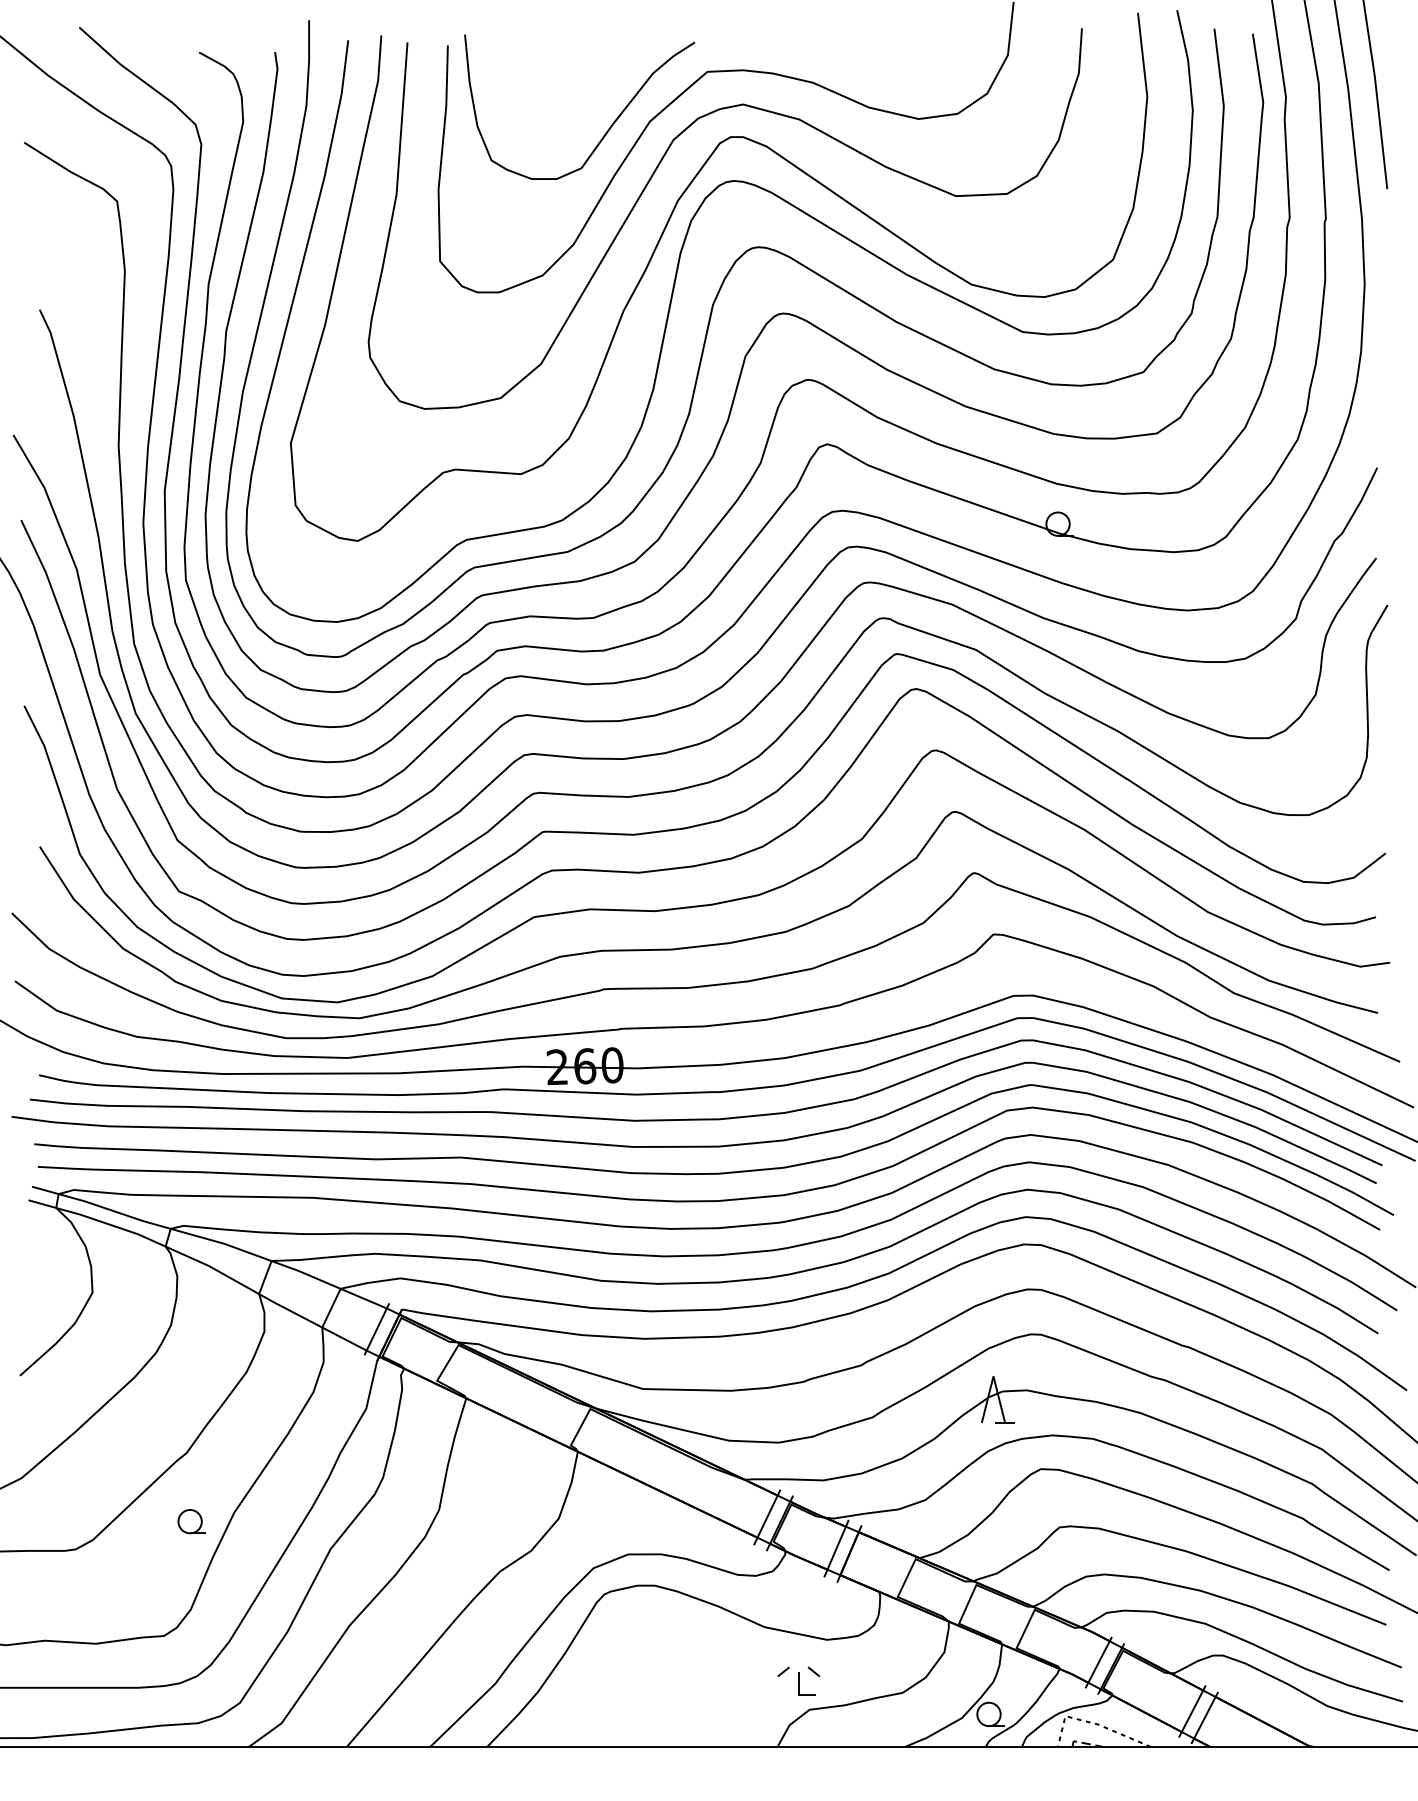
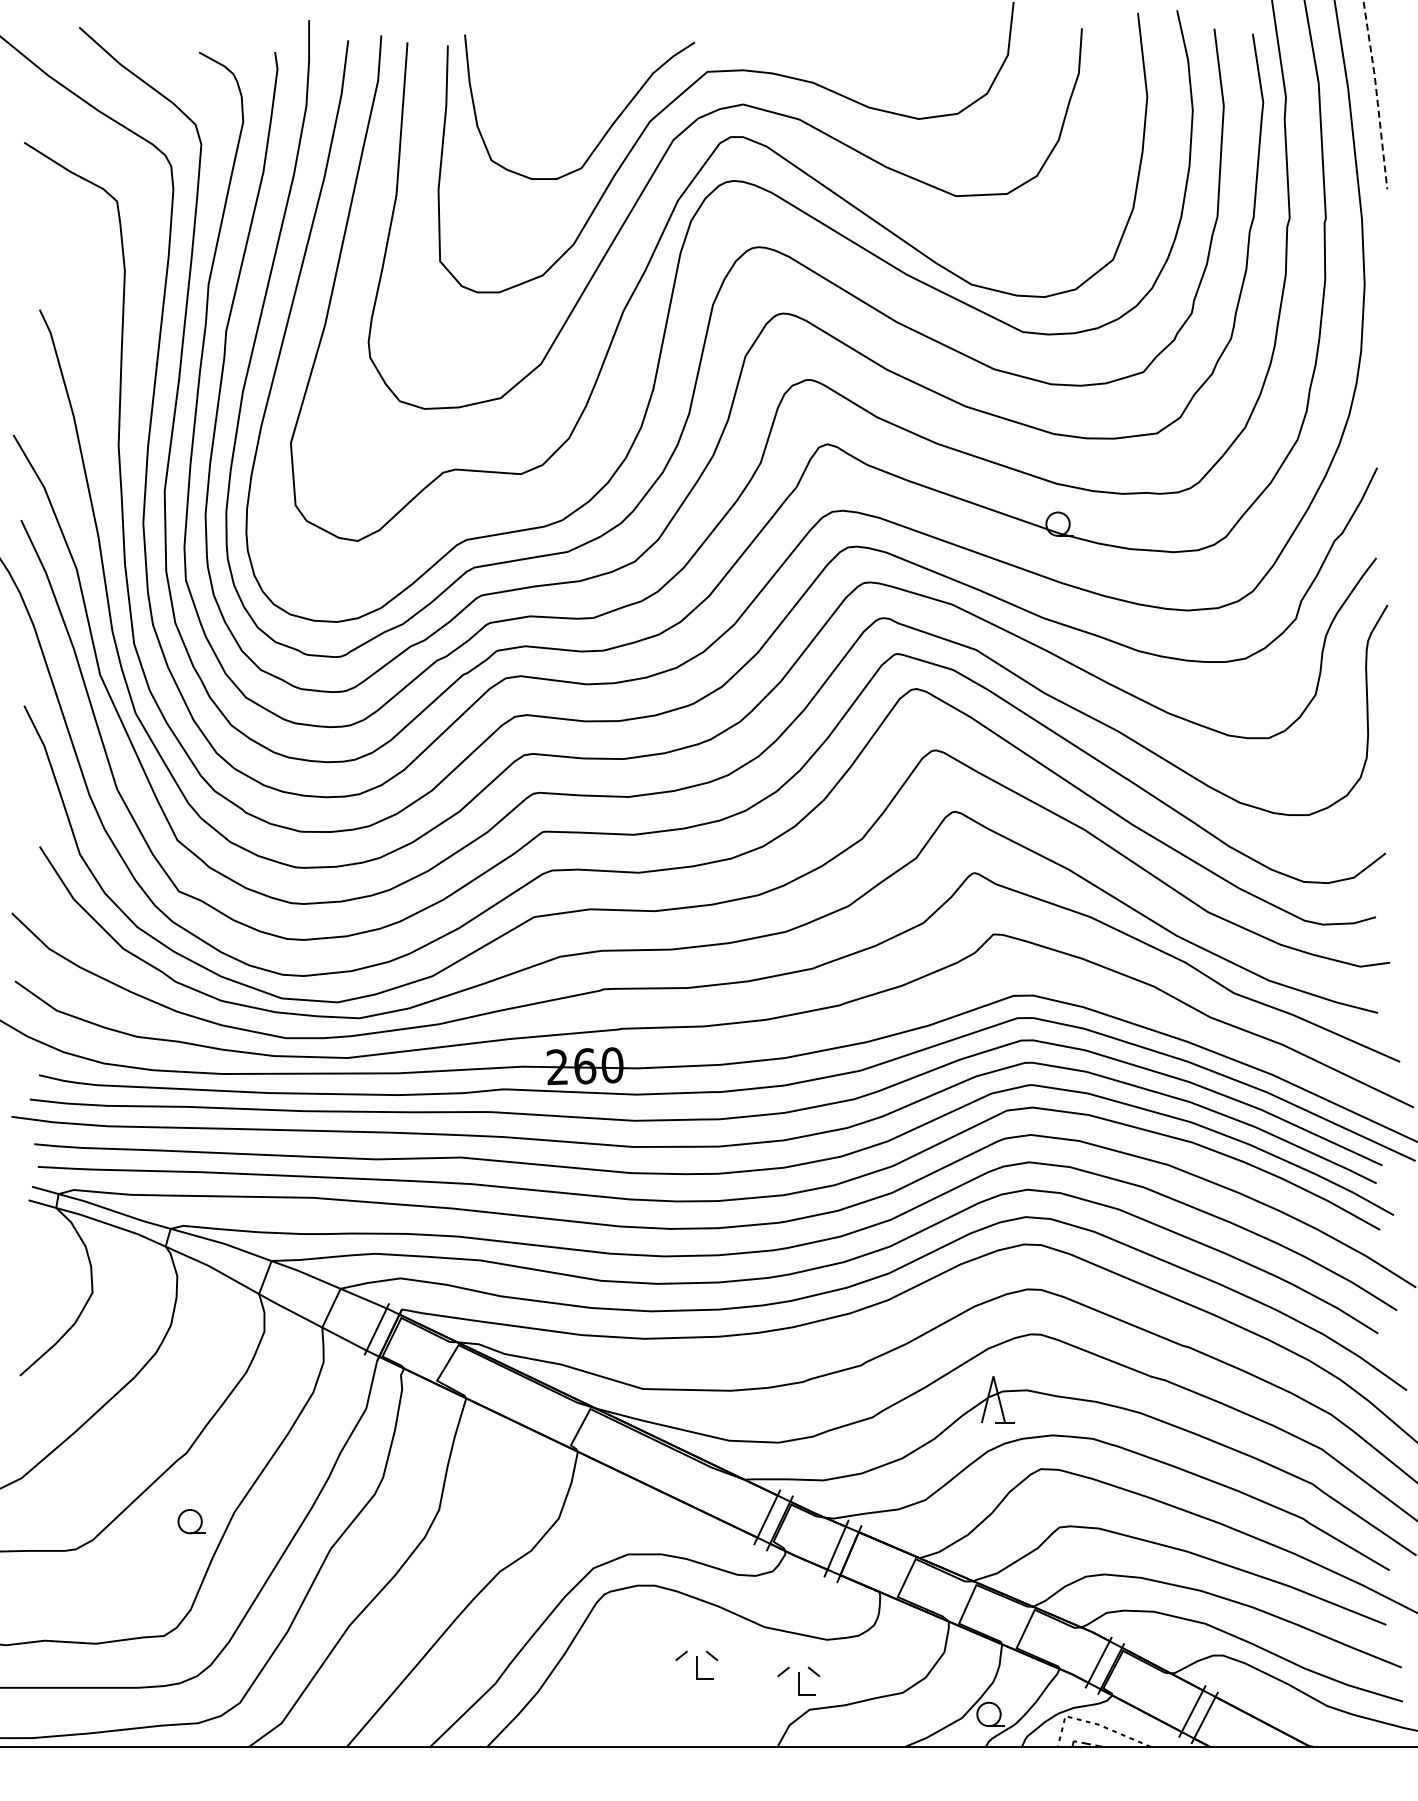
line at (1376, 94): solid -> dashed
part at (696, 1664): none -> present
